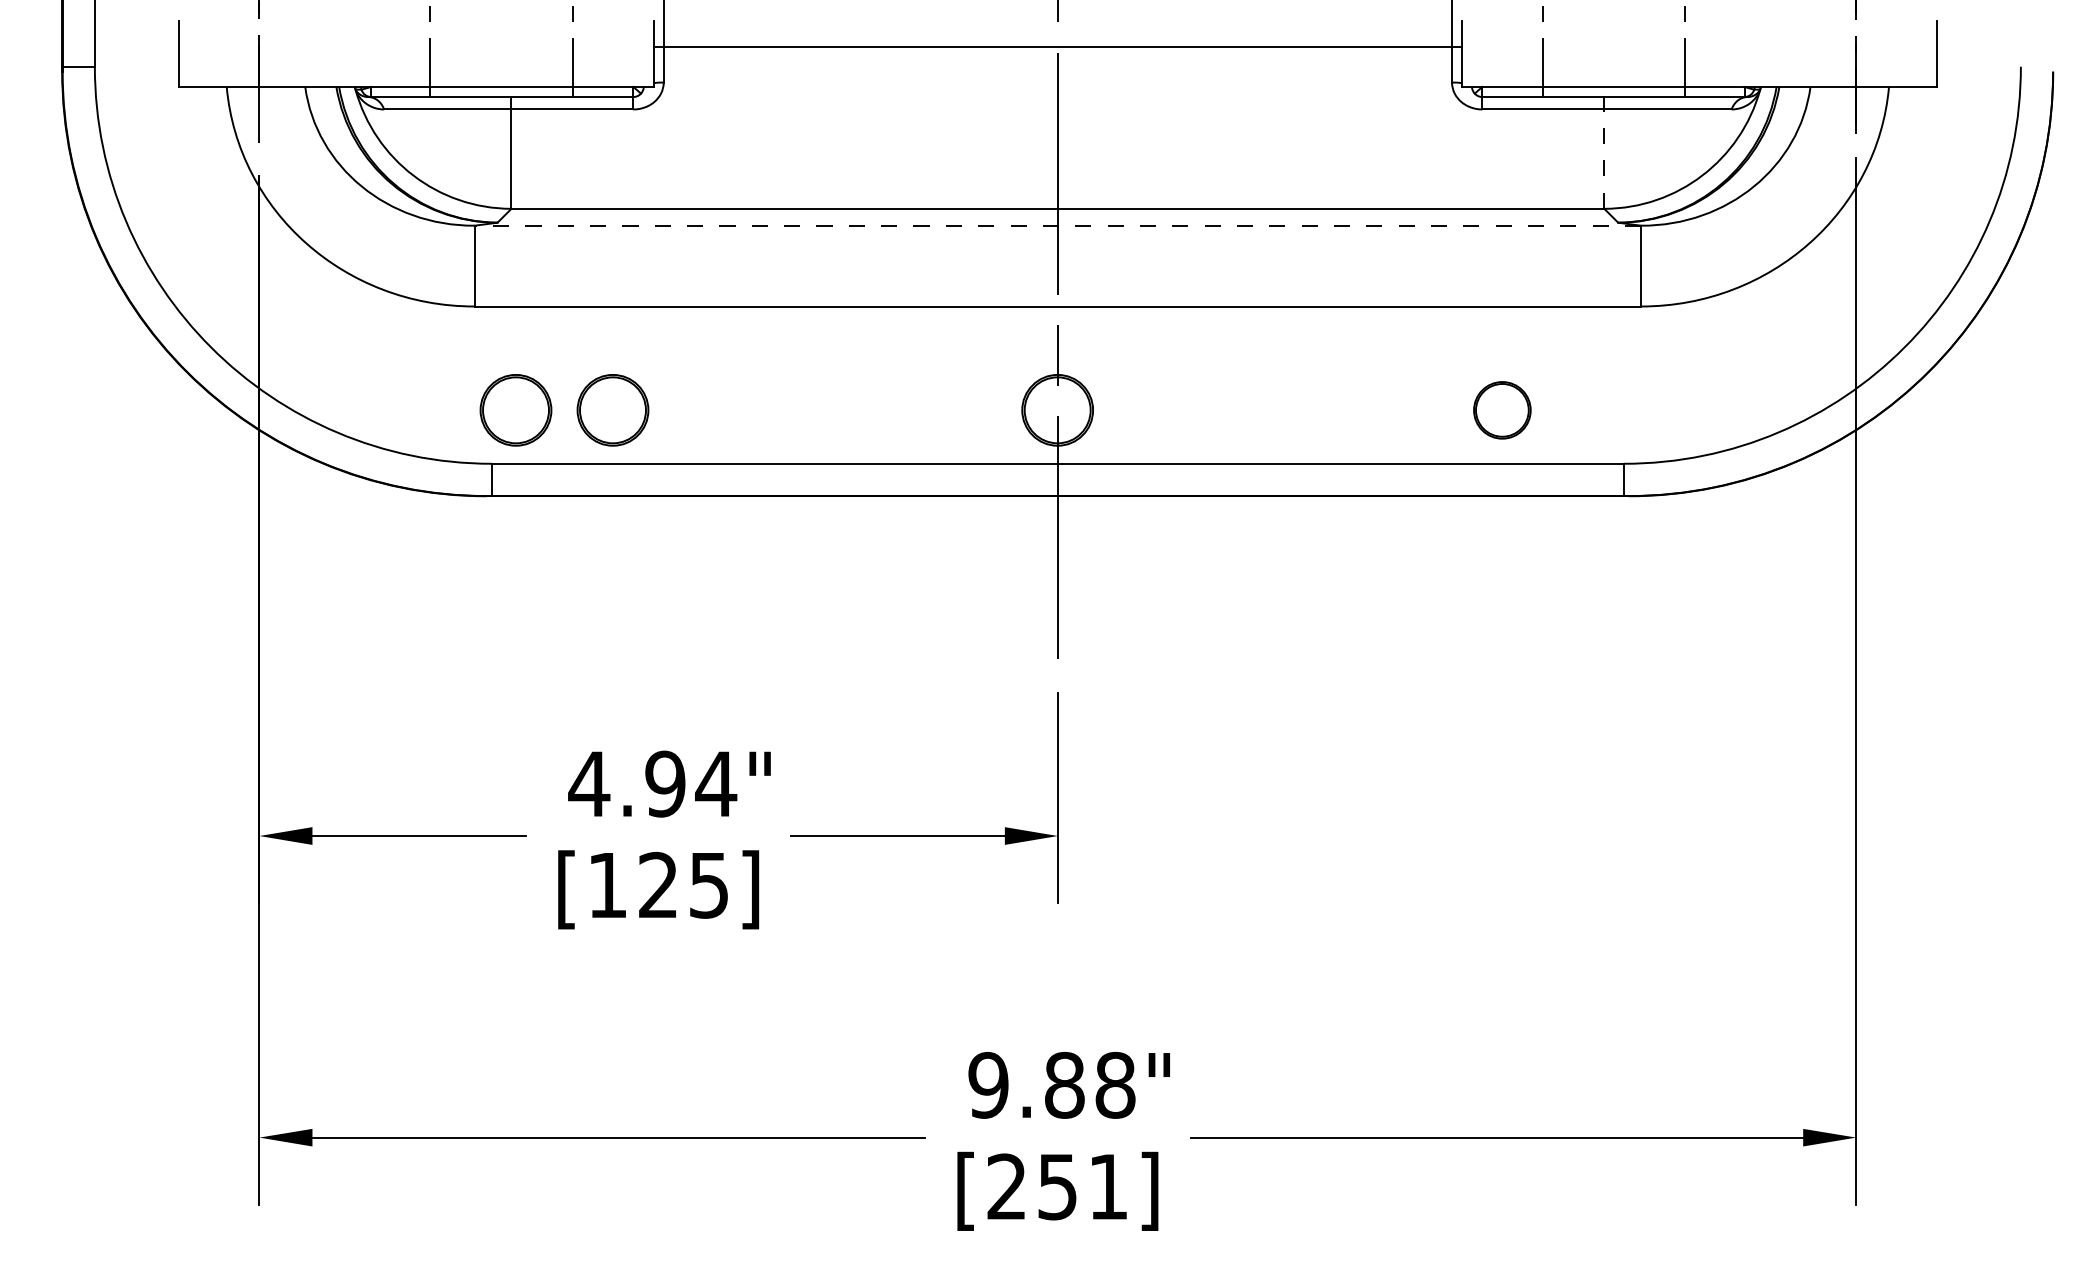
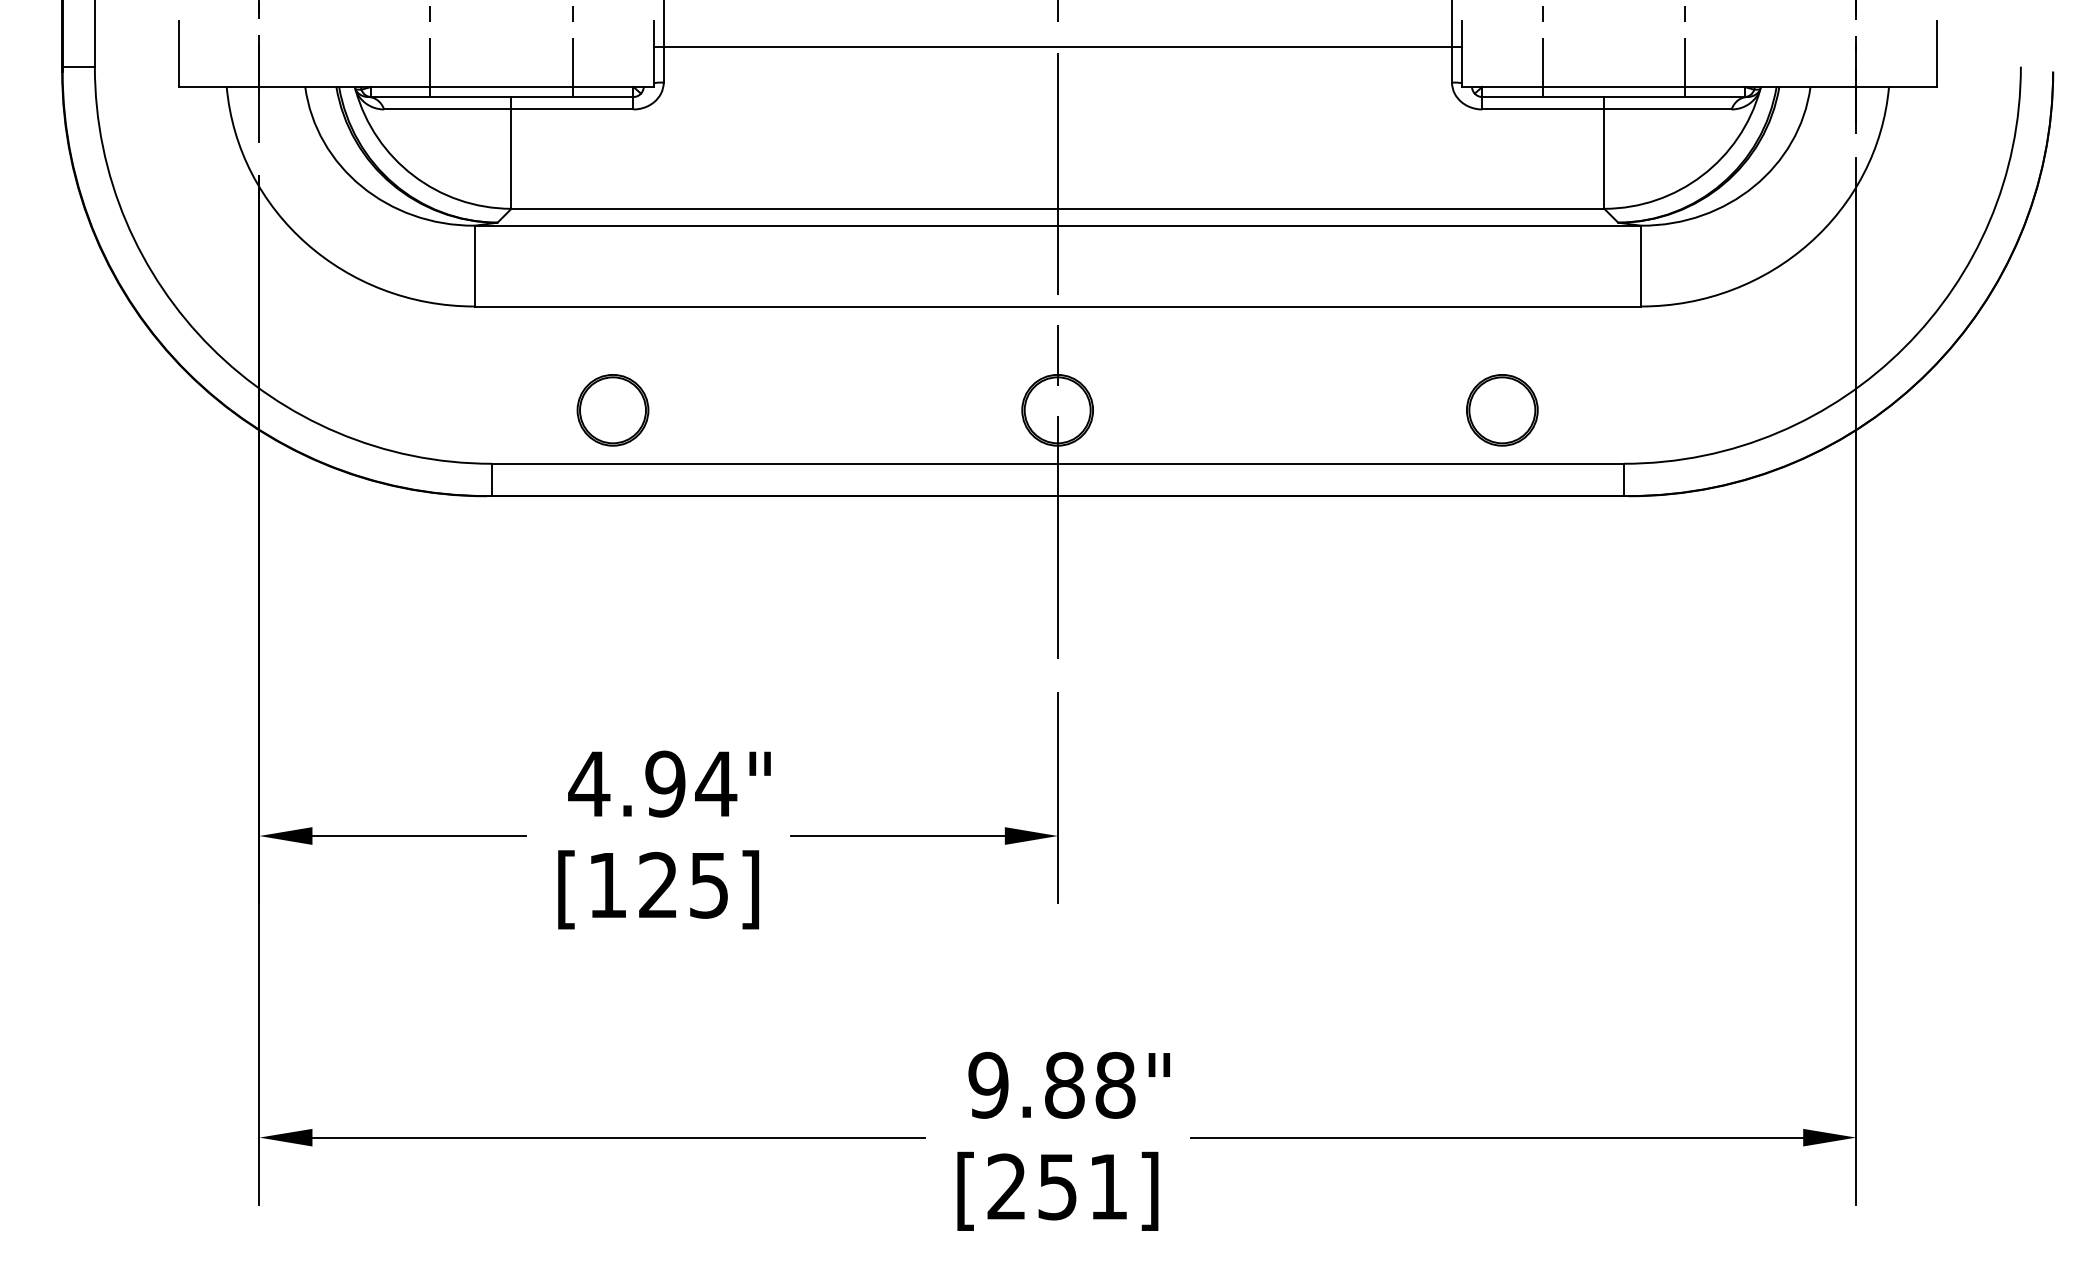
line at (1604, 159): dashed -> solid
line at (1057, 225): dashed -> solid
part at (515, 410): present -> none
part at (1502, 410) size: 59x59 px -> 73x73 px
